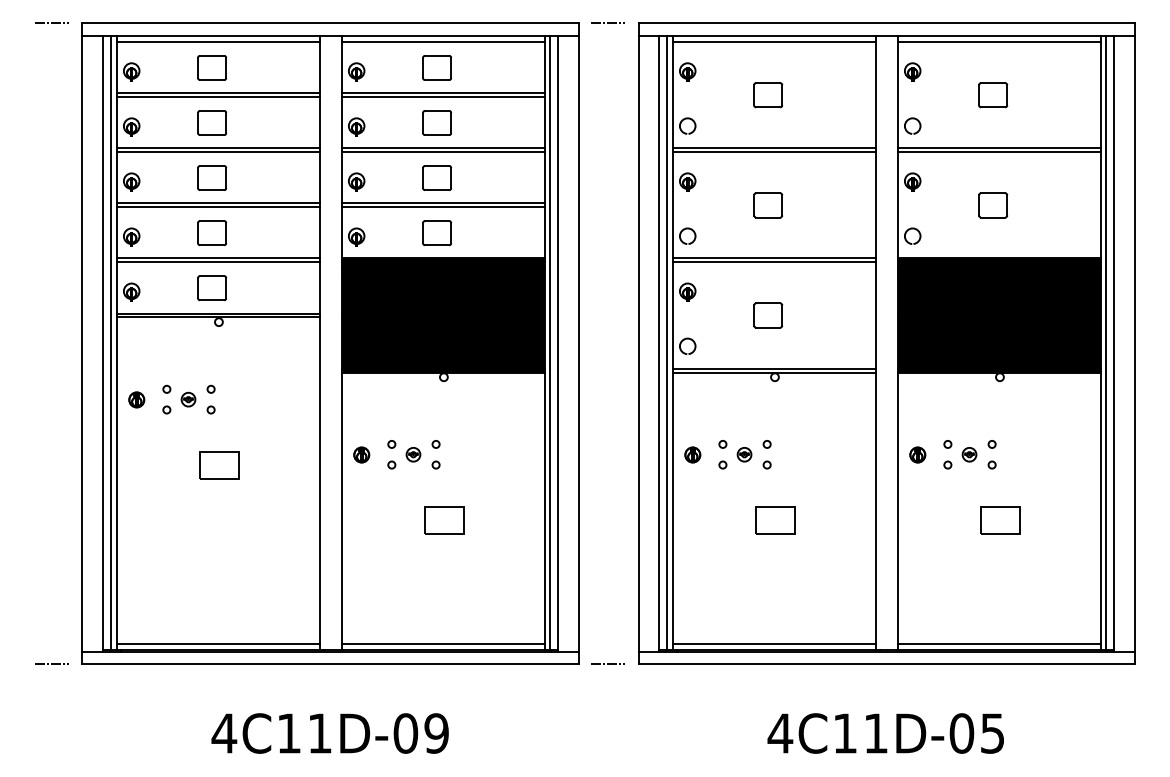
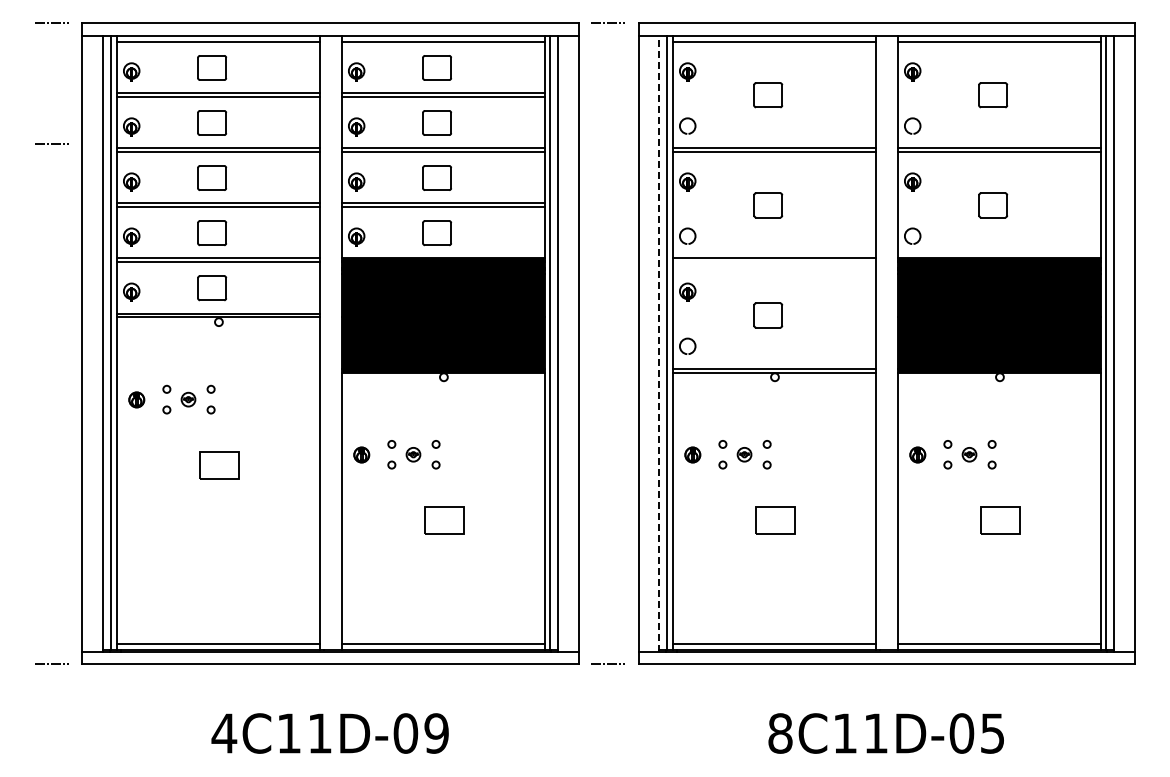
line at (51, 143): none -> present
line at (773, 262): present -> none
line at (659, 343): solid -> dashed
text at (780, 733): 4C11D-05 -> 8C11D-05
